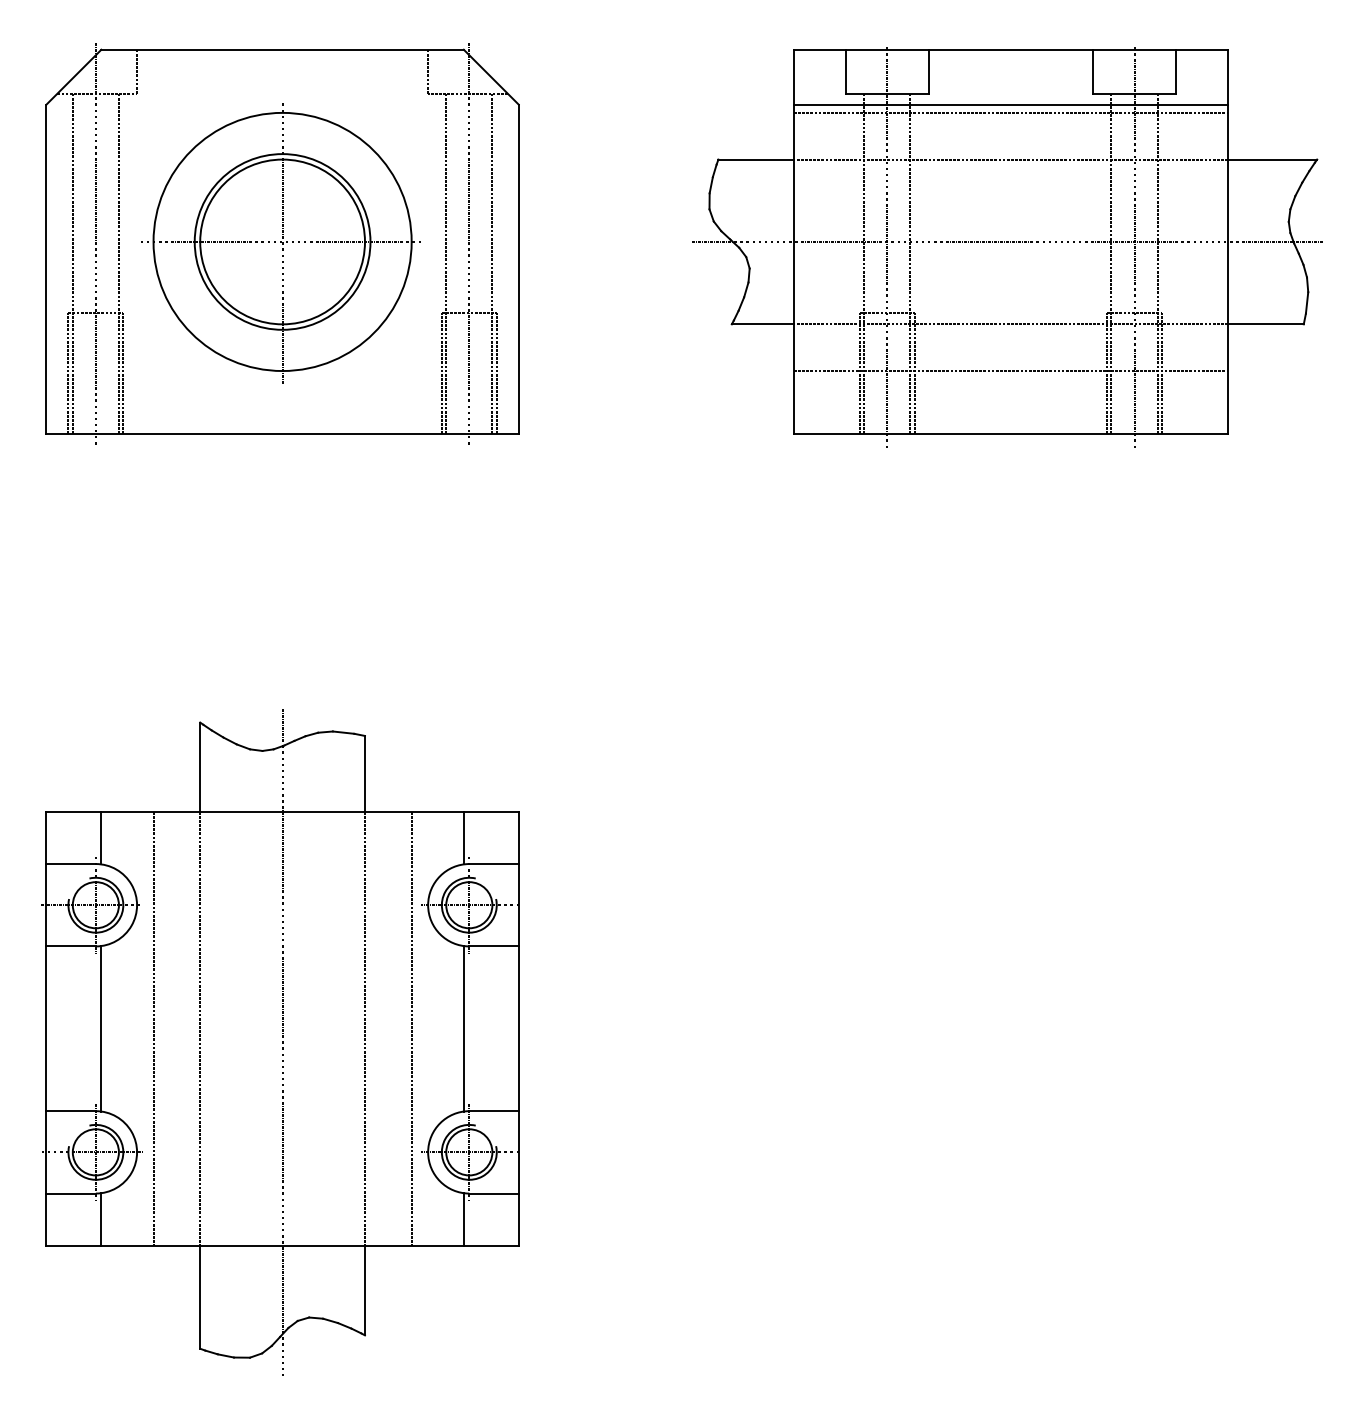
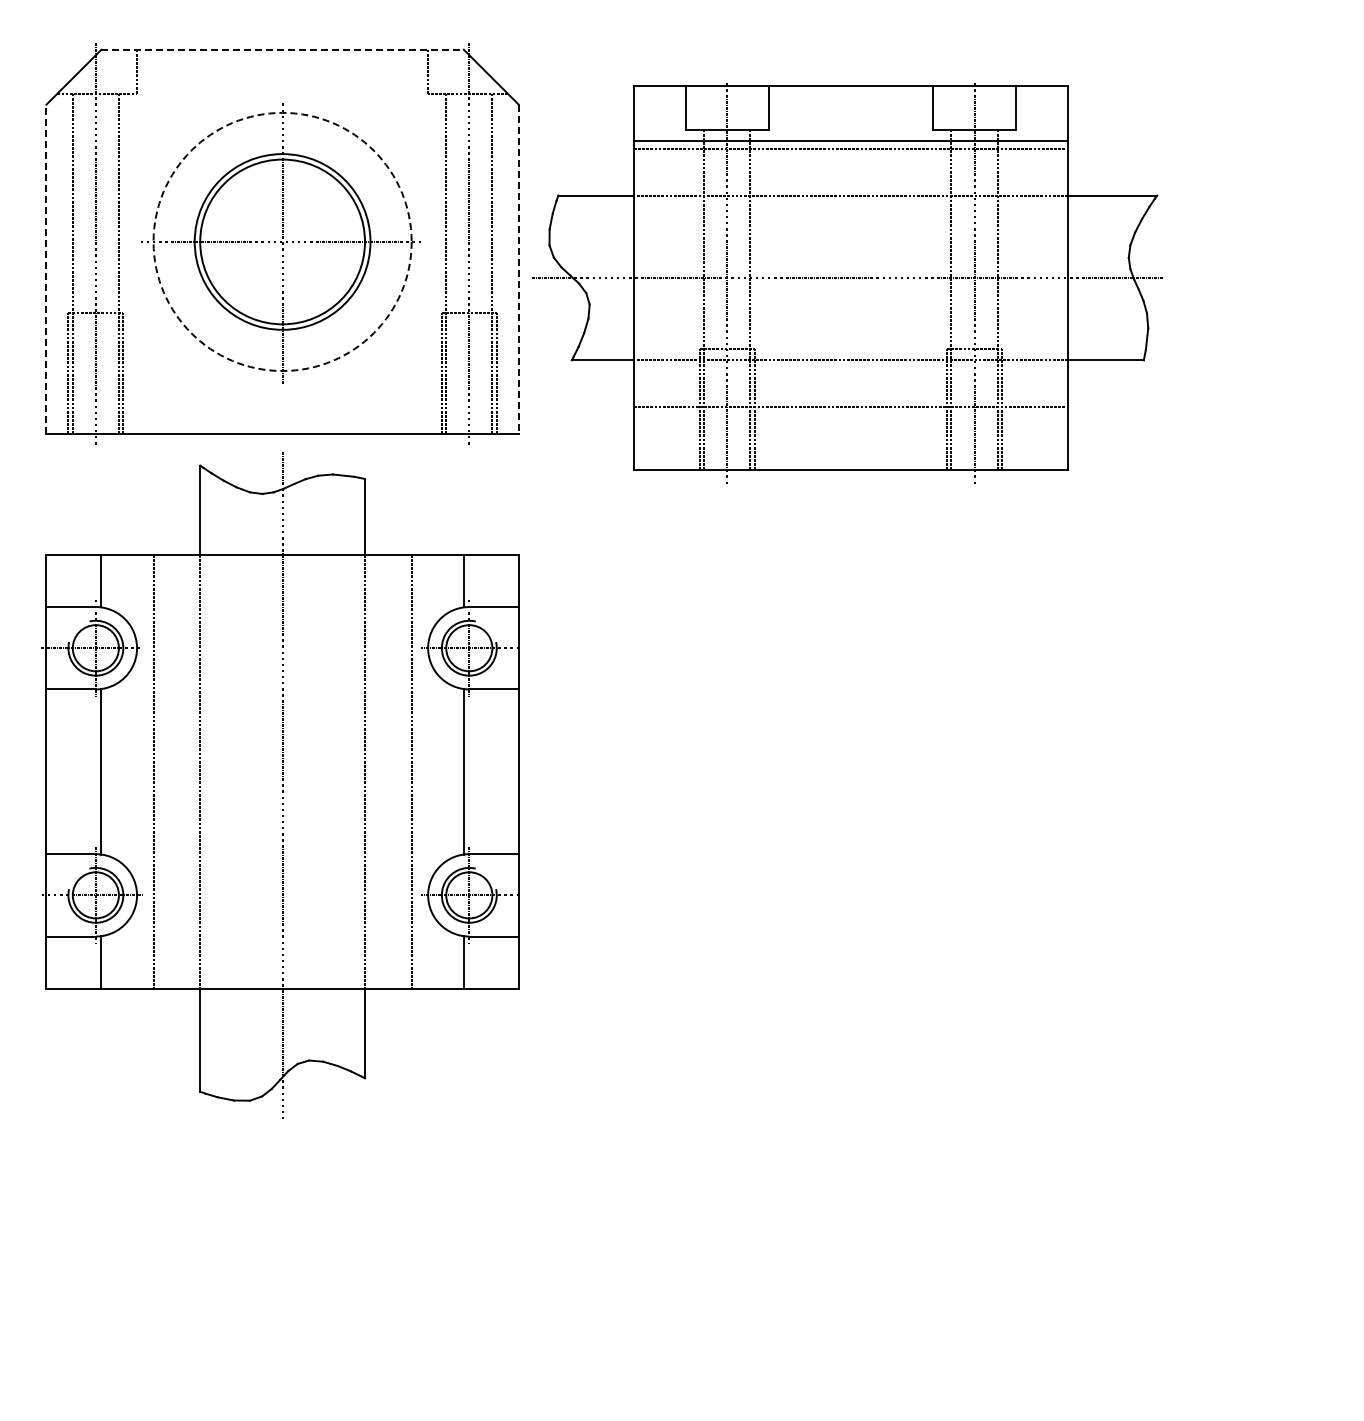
line at (283, 49): solid -> dashed
circle at (282, 241): solid -> dashed
part at (1007, 247) position: (1007, 247) -> (847, 283)
line at (46, 269): solid -> dashed
line at (518, 269): solid -> dashed
part at (280, 1042) position: (280, 1042) -> (280, 785)
